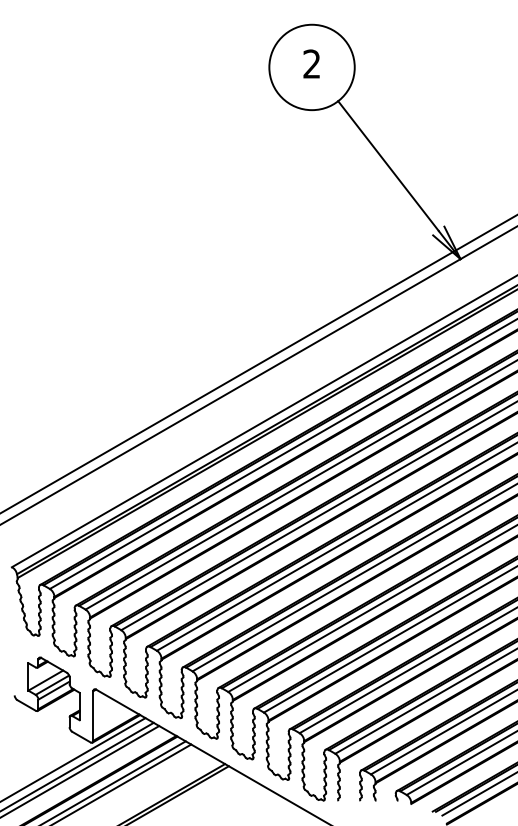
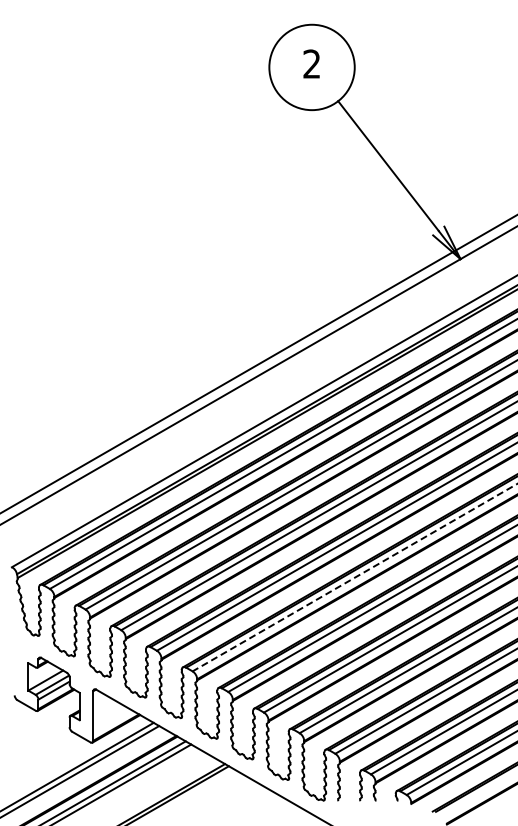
line at (354, 577): solid -> dashed
line at (73, 759): present -> none
line at (478, 794): present -> none
